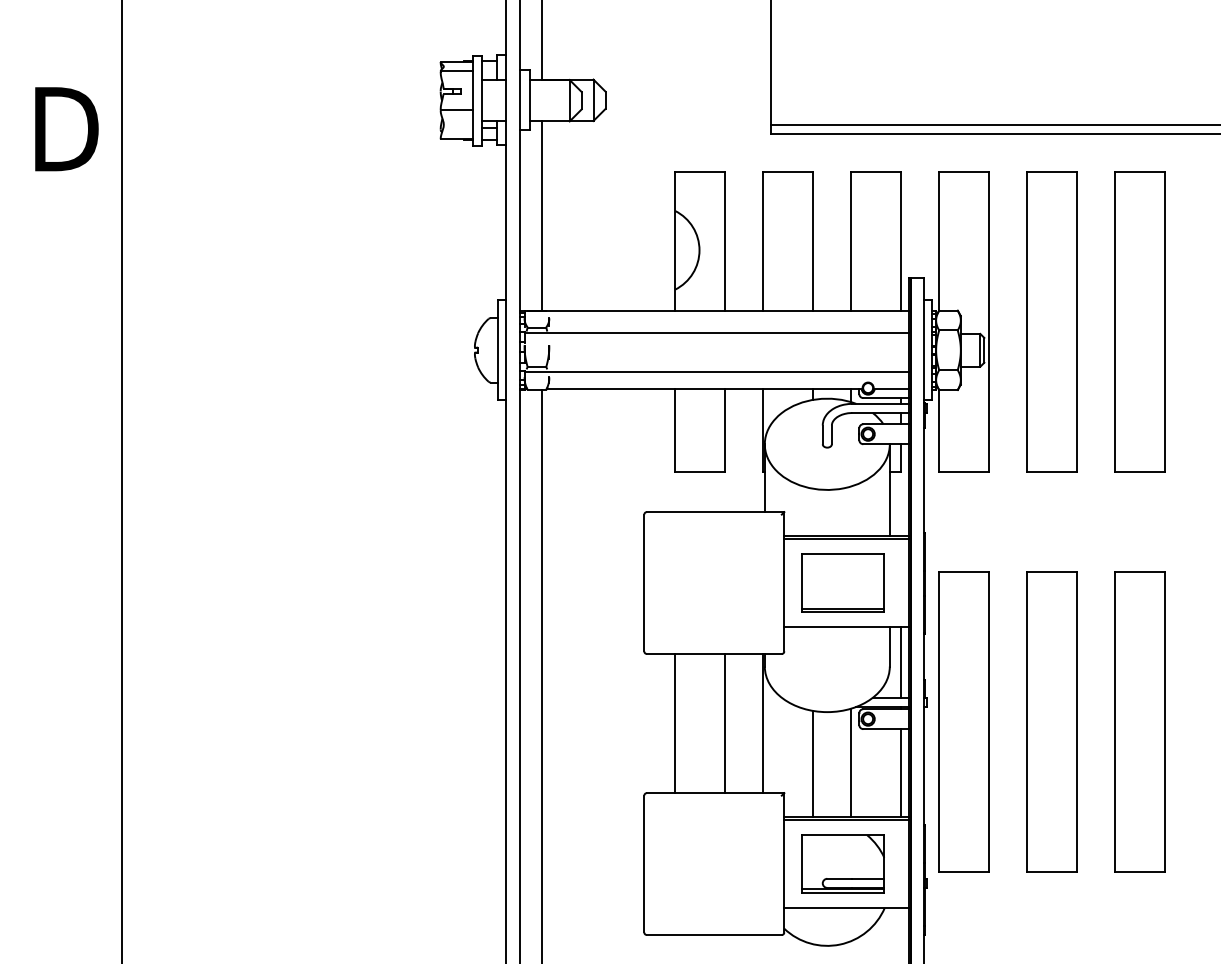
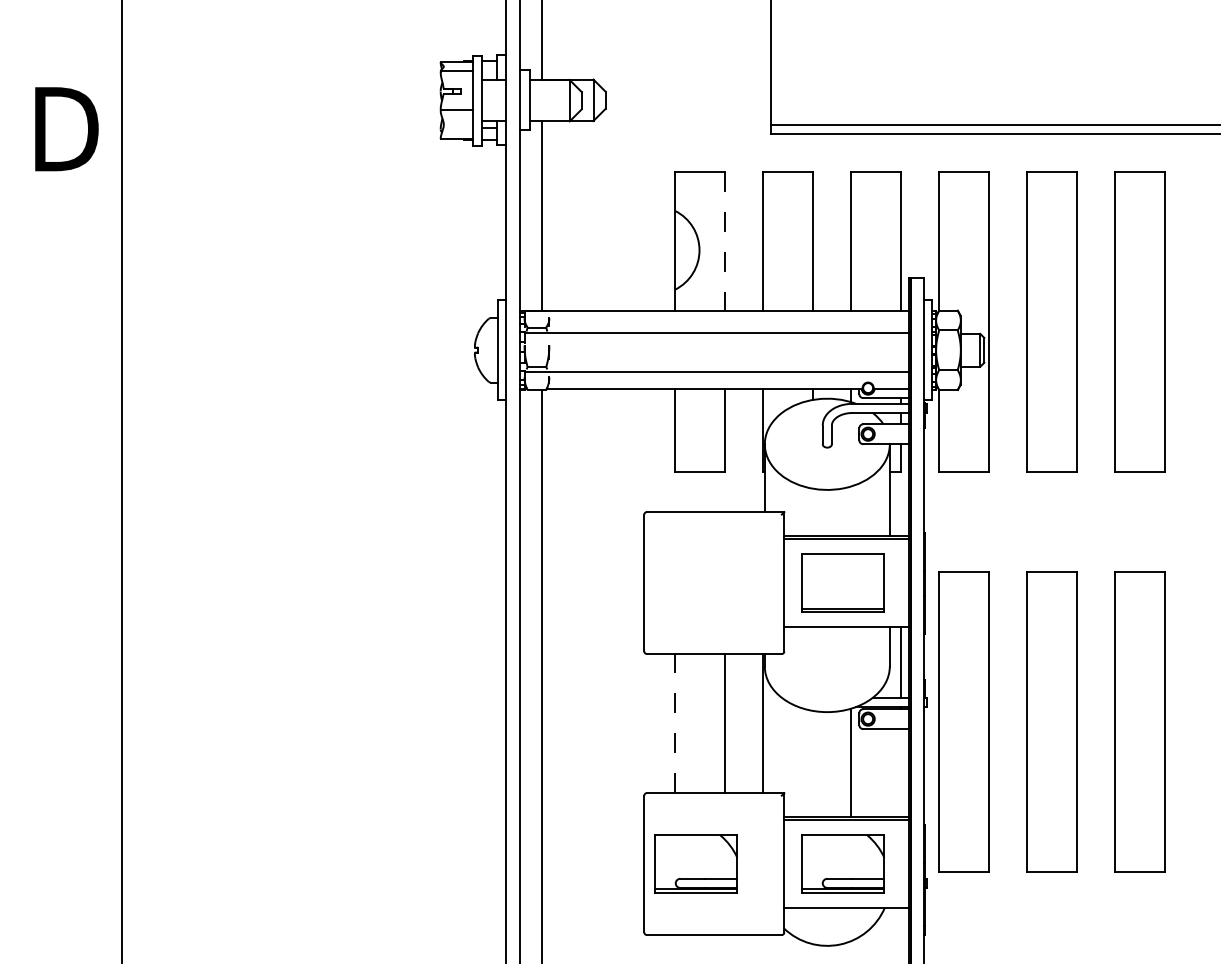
line at (725, 241): solid -> dashed
line at (675, 723): solid -> dashed
line at (813, 763): present -> none
line at (901, 772): present -> none
part at (695, 863): none -> present
